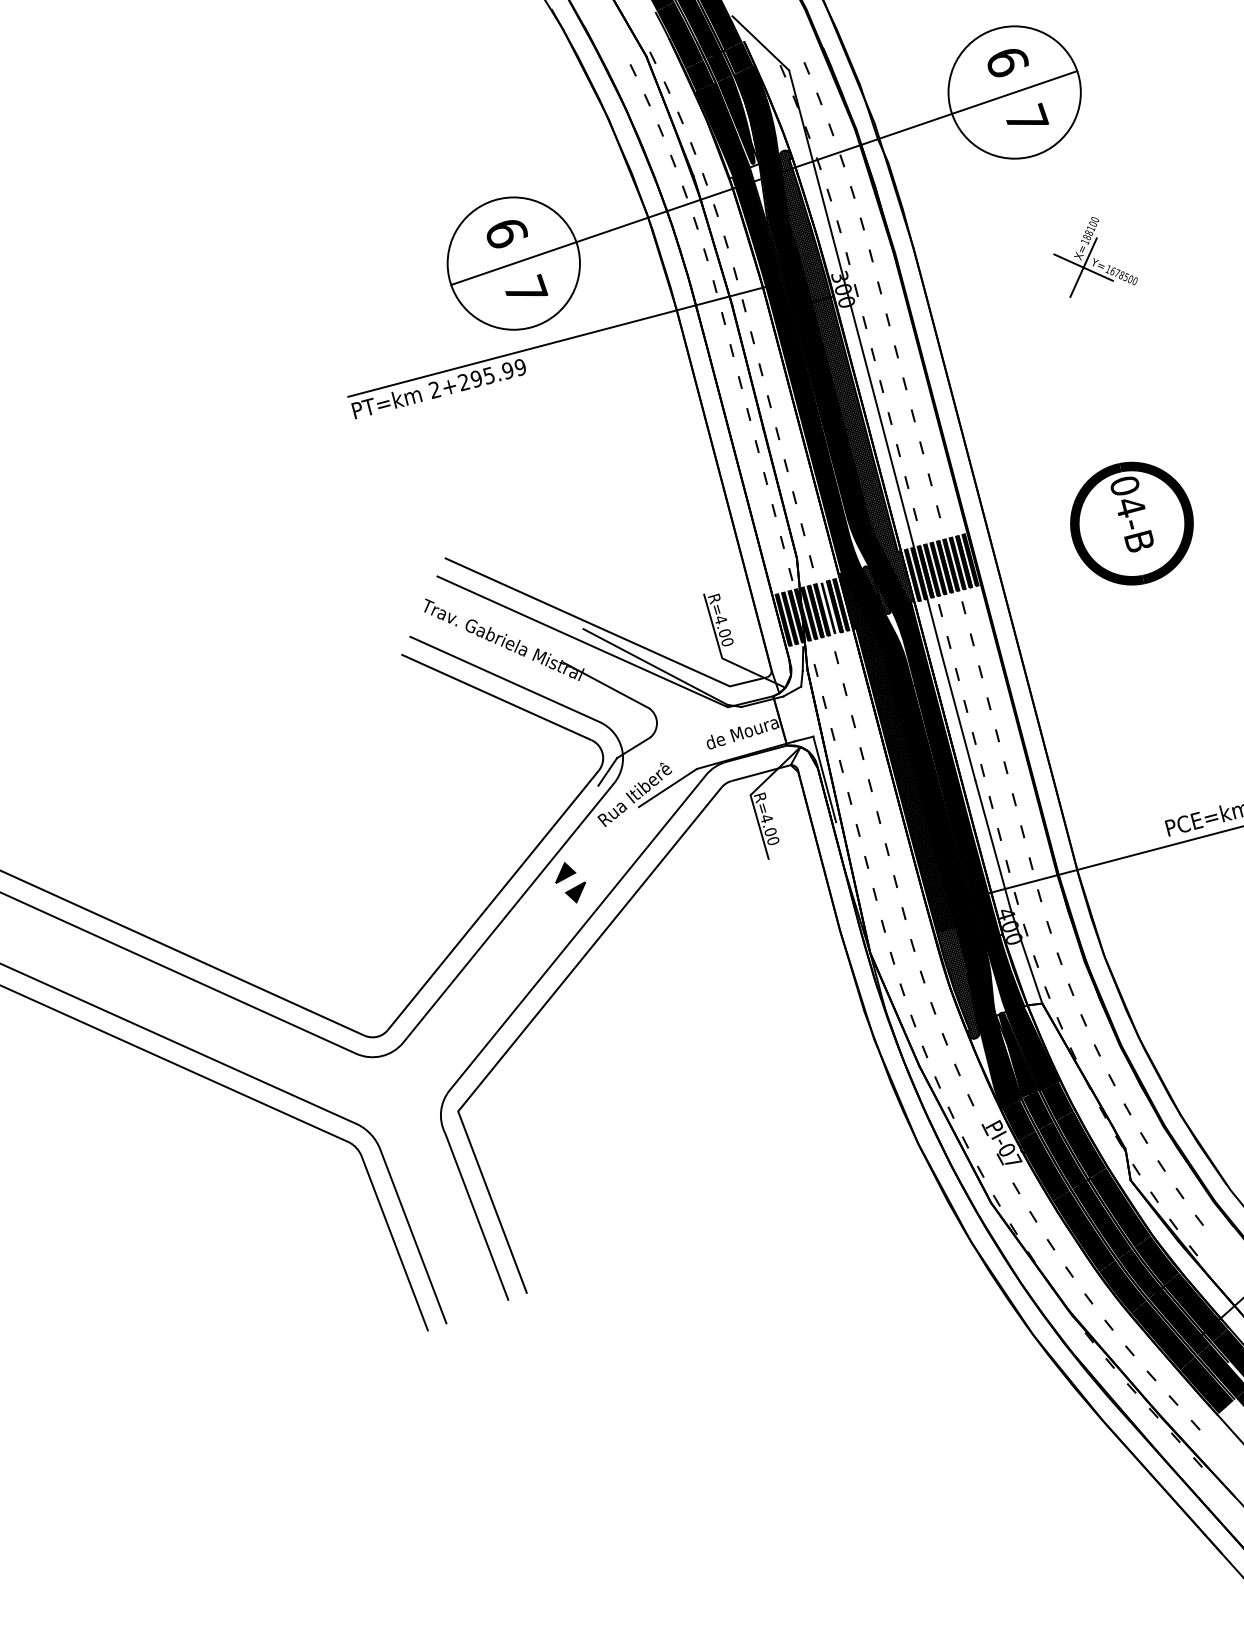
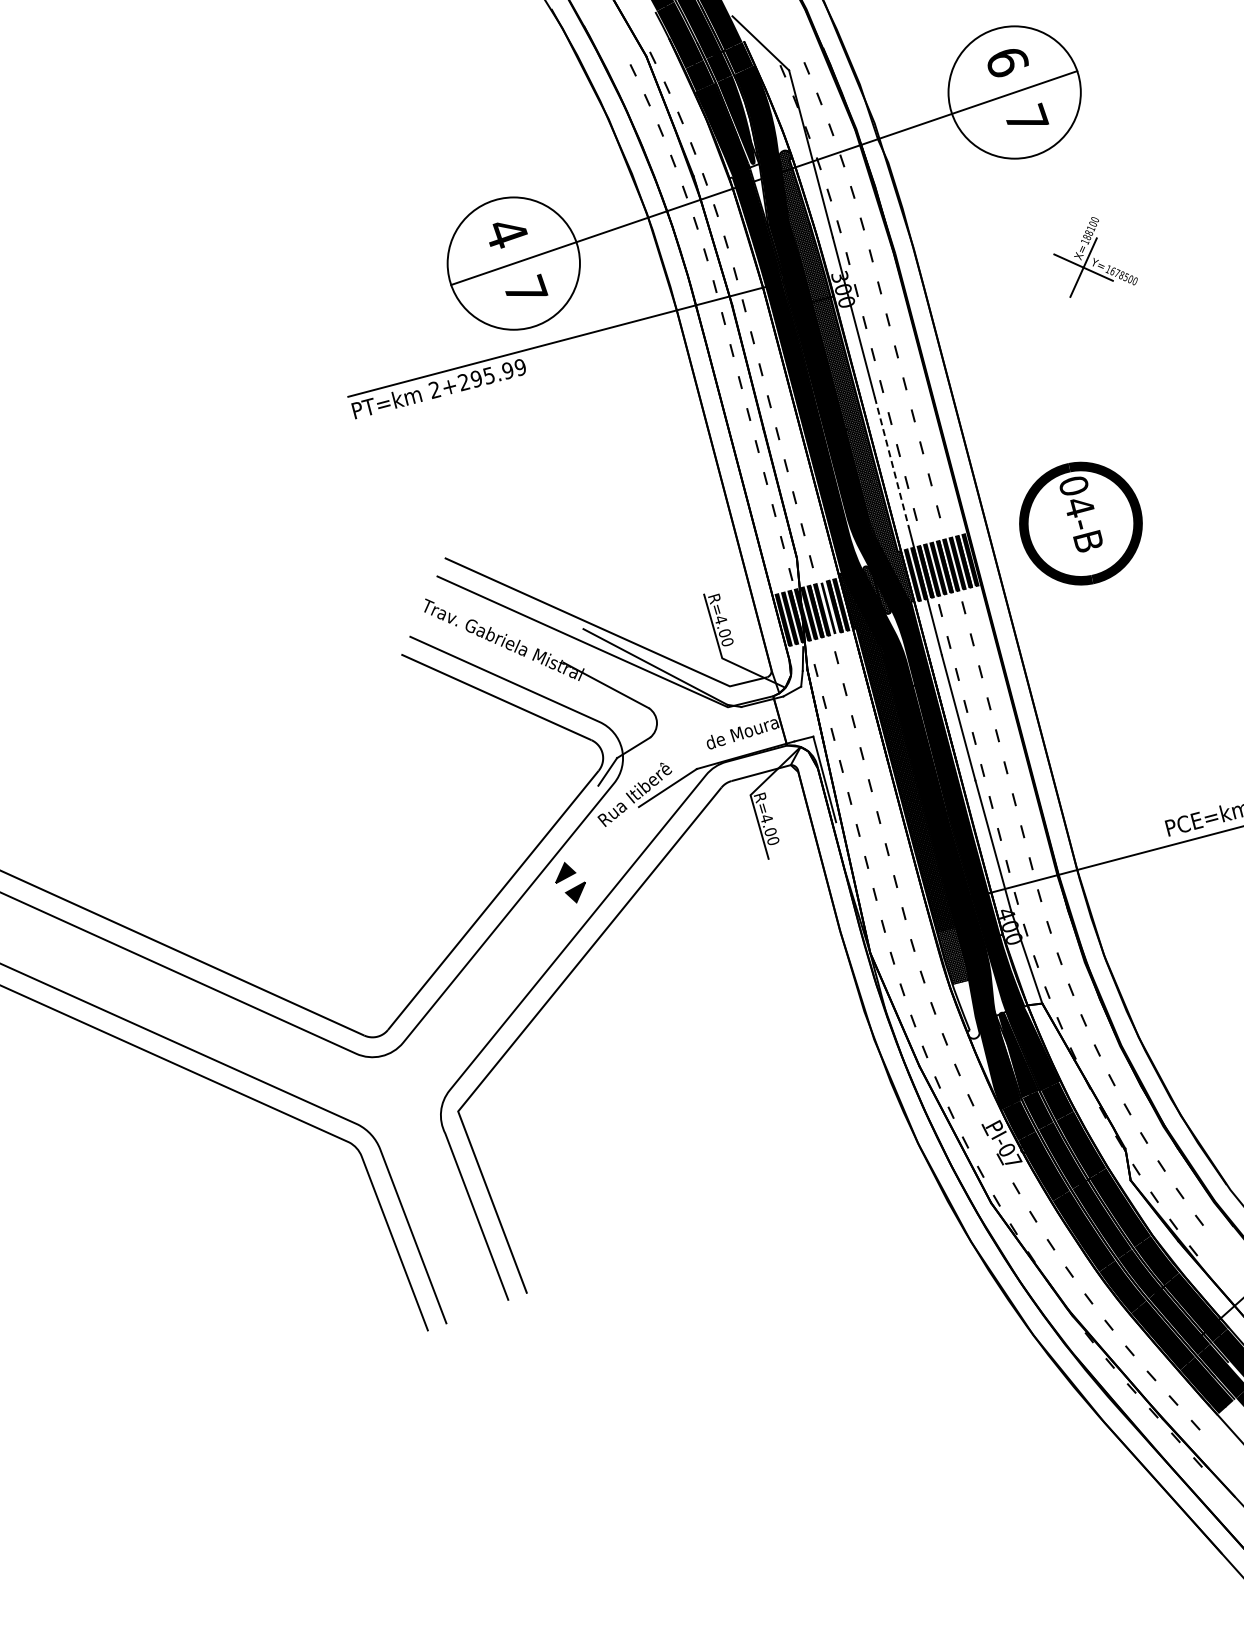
text at (506, 234): 6 -> 4
line at (892, 462): solid -> dashed
text at (1131, 523) position: (1131, 523) -> (1080, 523)
hatch at (966, 1009): present -> none
